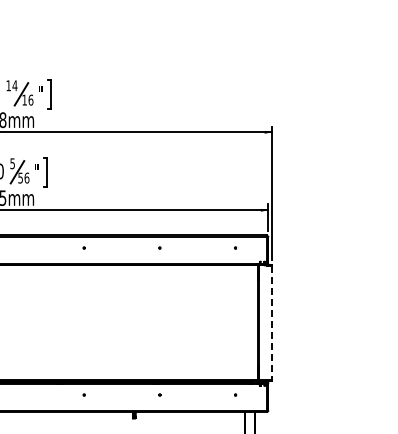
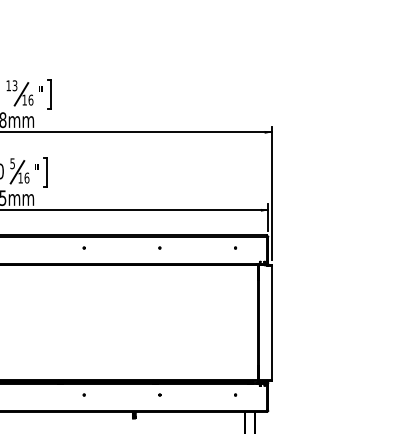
text at (14, 85): 14 -> 13
text at (20, 177): 56 -> 16
line at (272, 323): dashed -> solid
